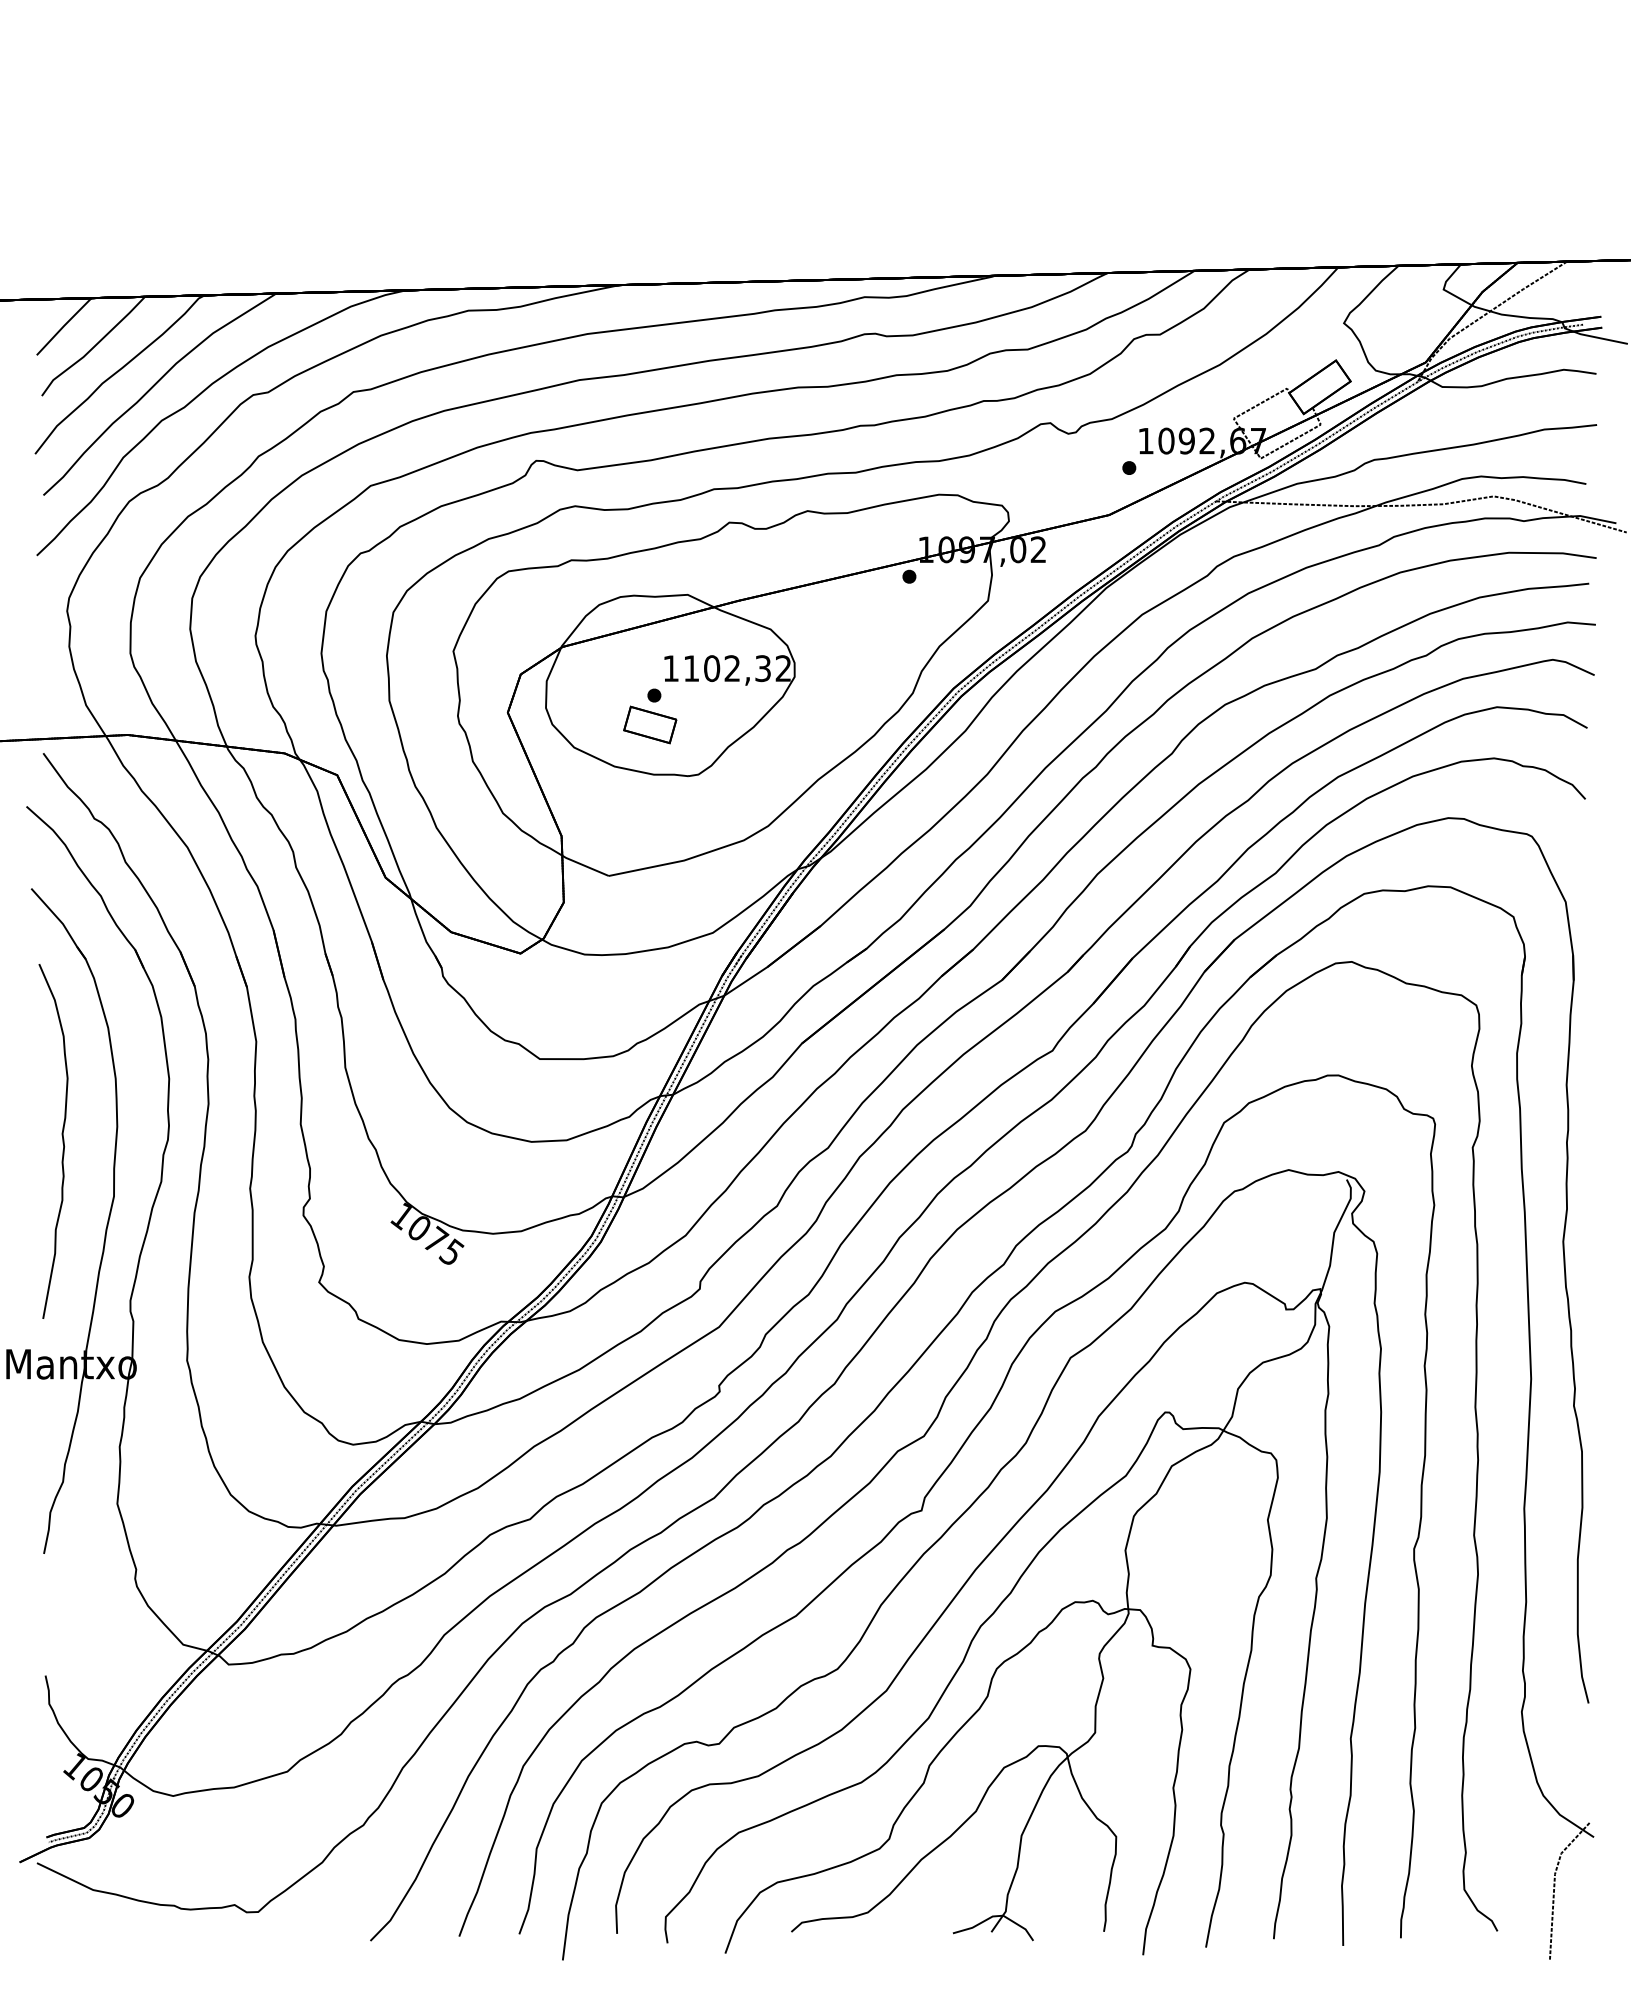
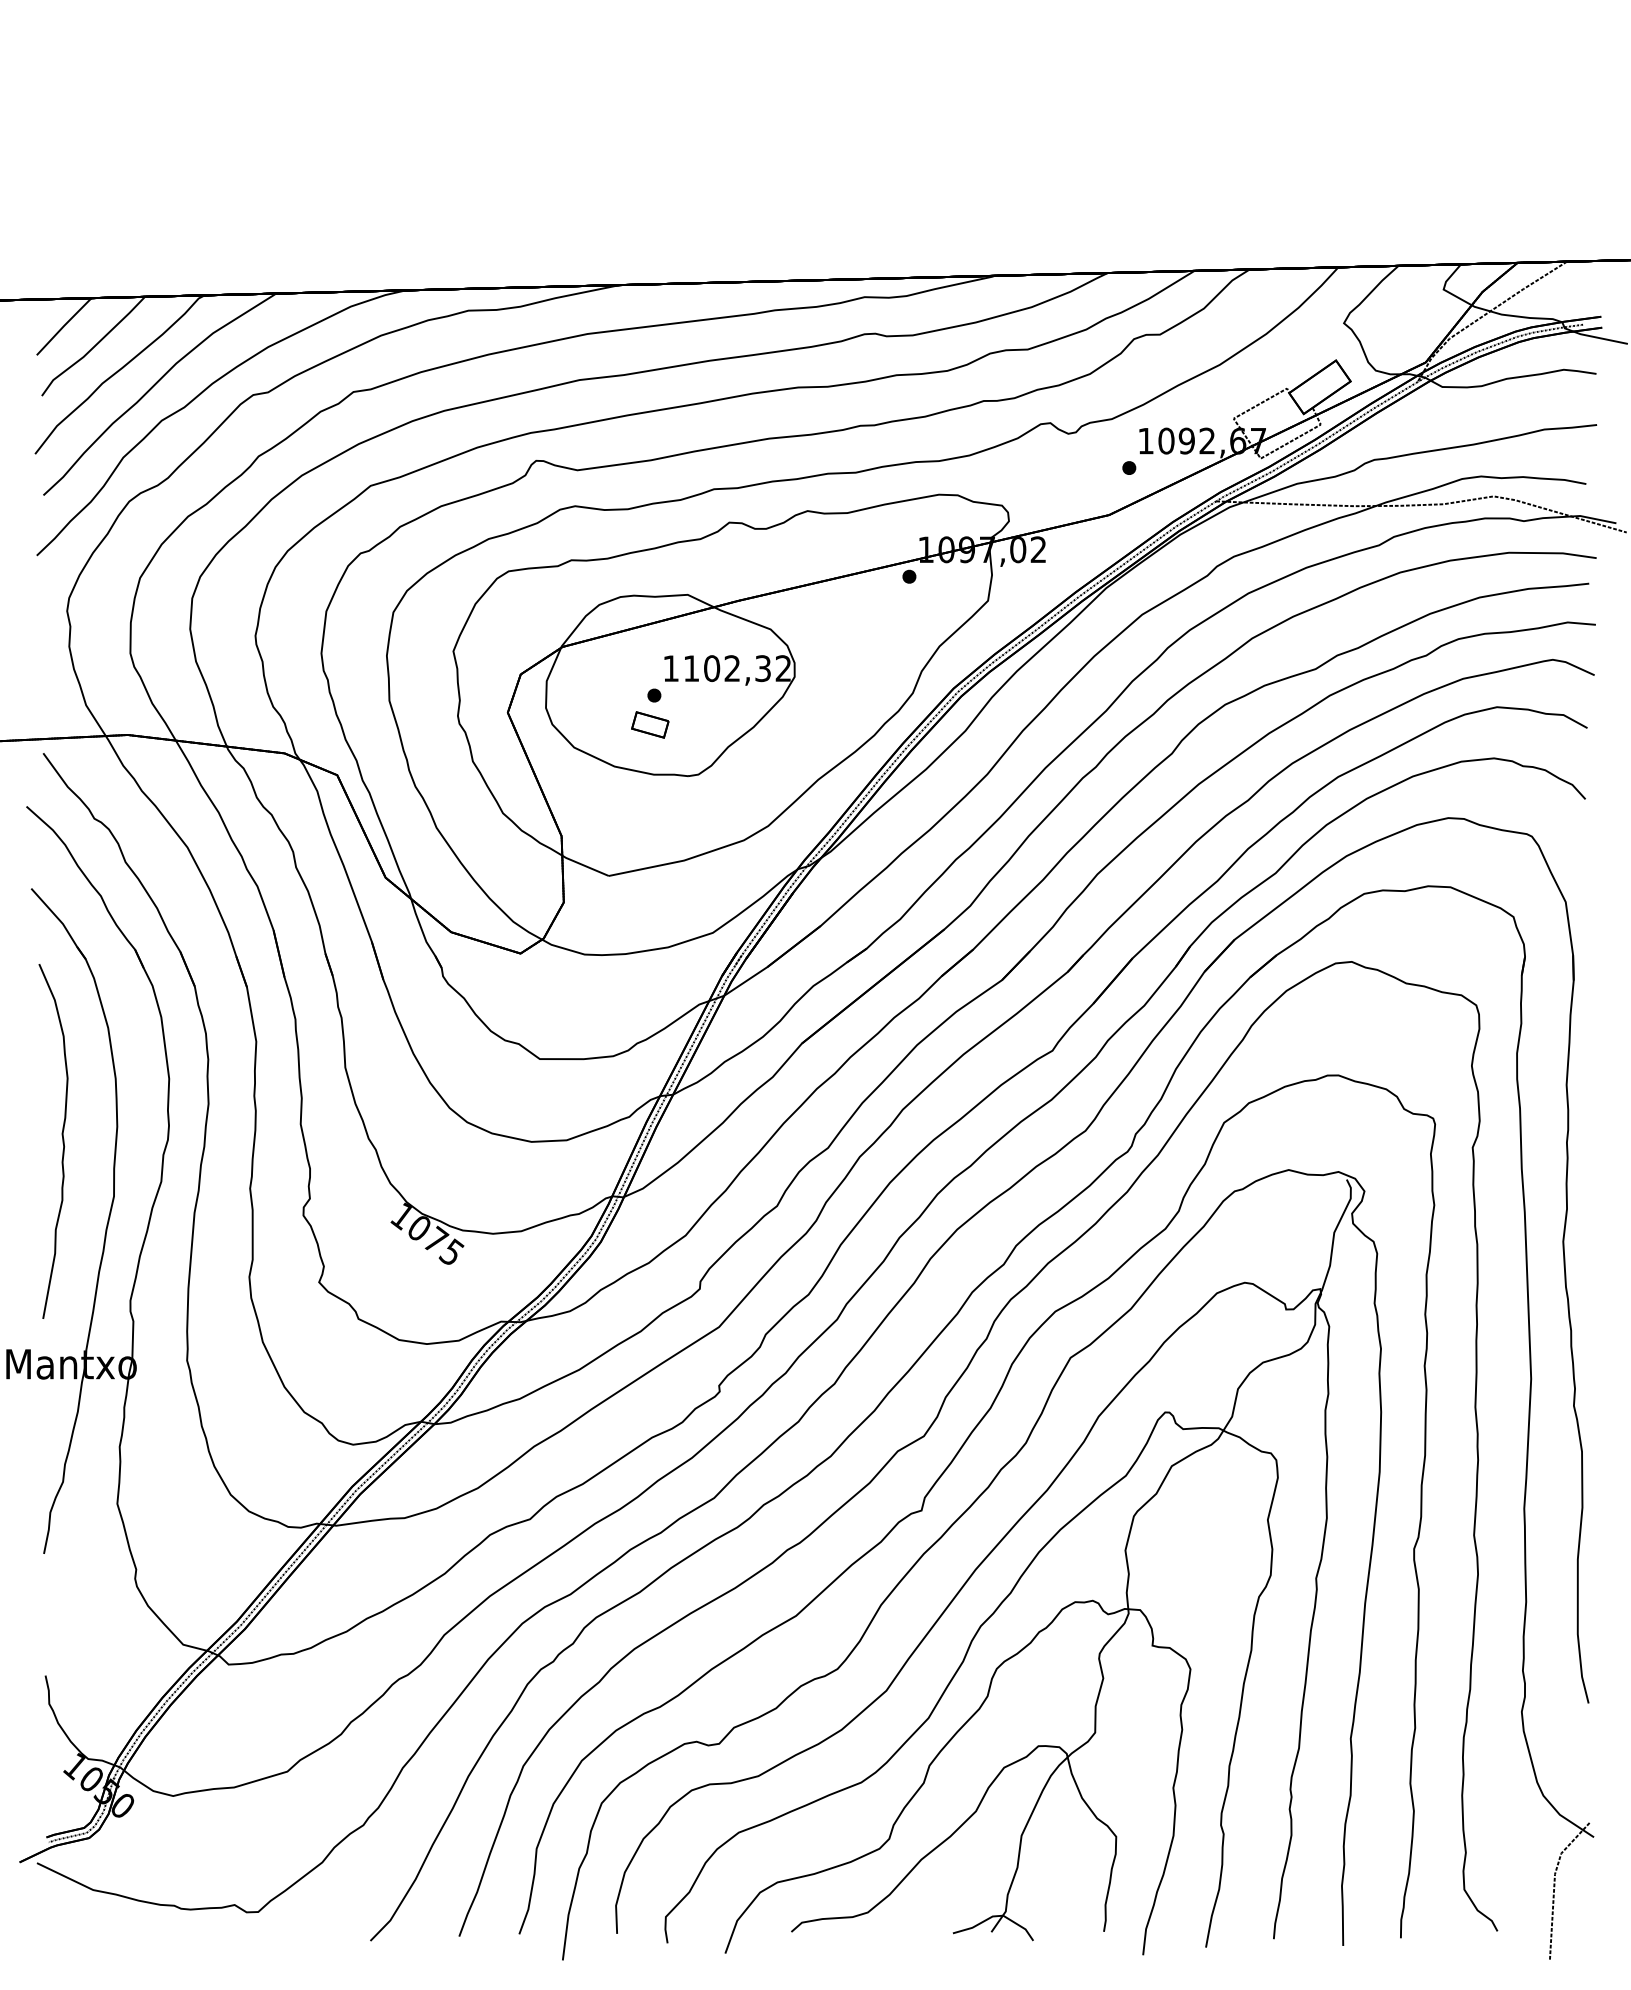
part at (650, 724) size: 55x40 px -> 39x28 px
